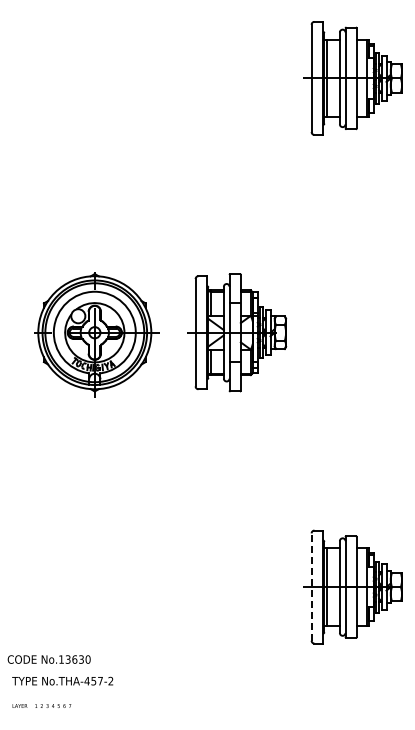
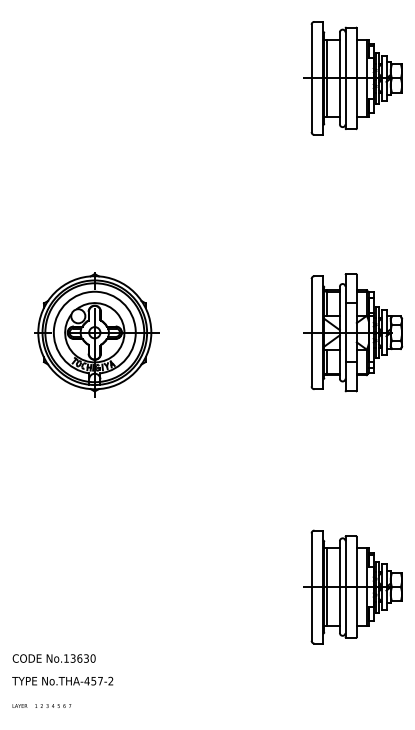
part at (237, 332) position: (237, 332) -> (353, 332)
line at (311, 587): dashed -> solid
text at (48, 659) position: (48, 659) -> (53, 658)
